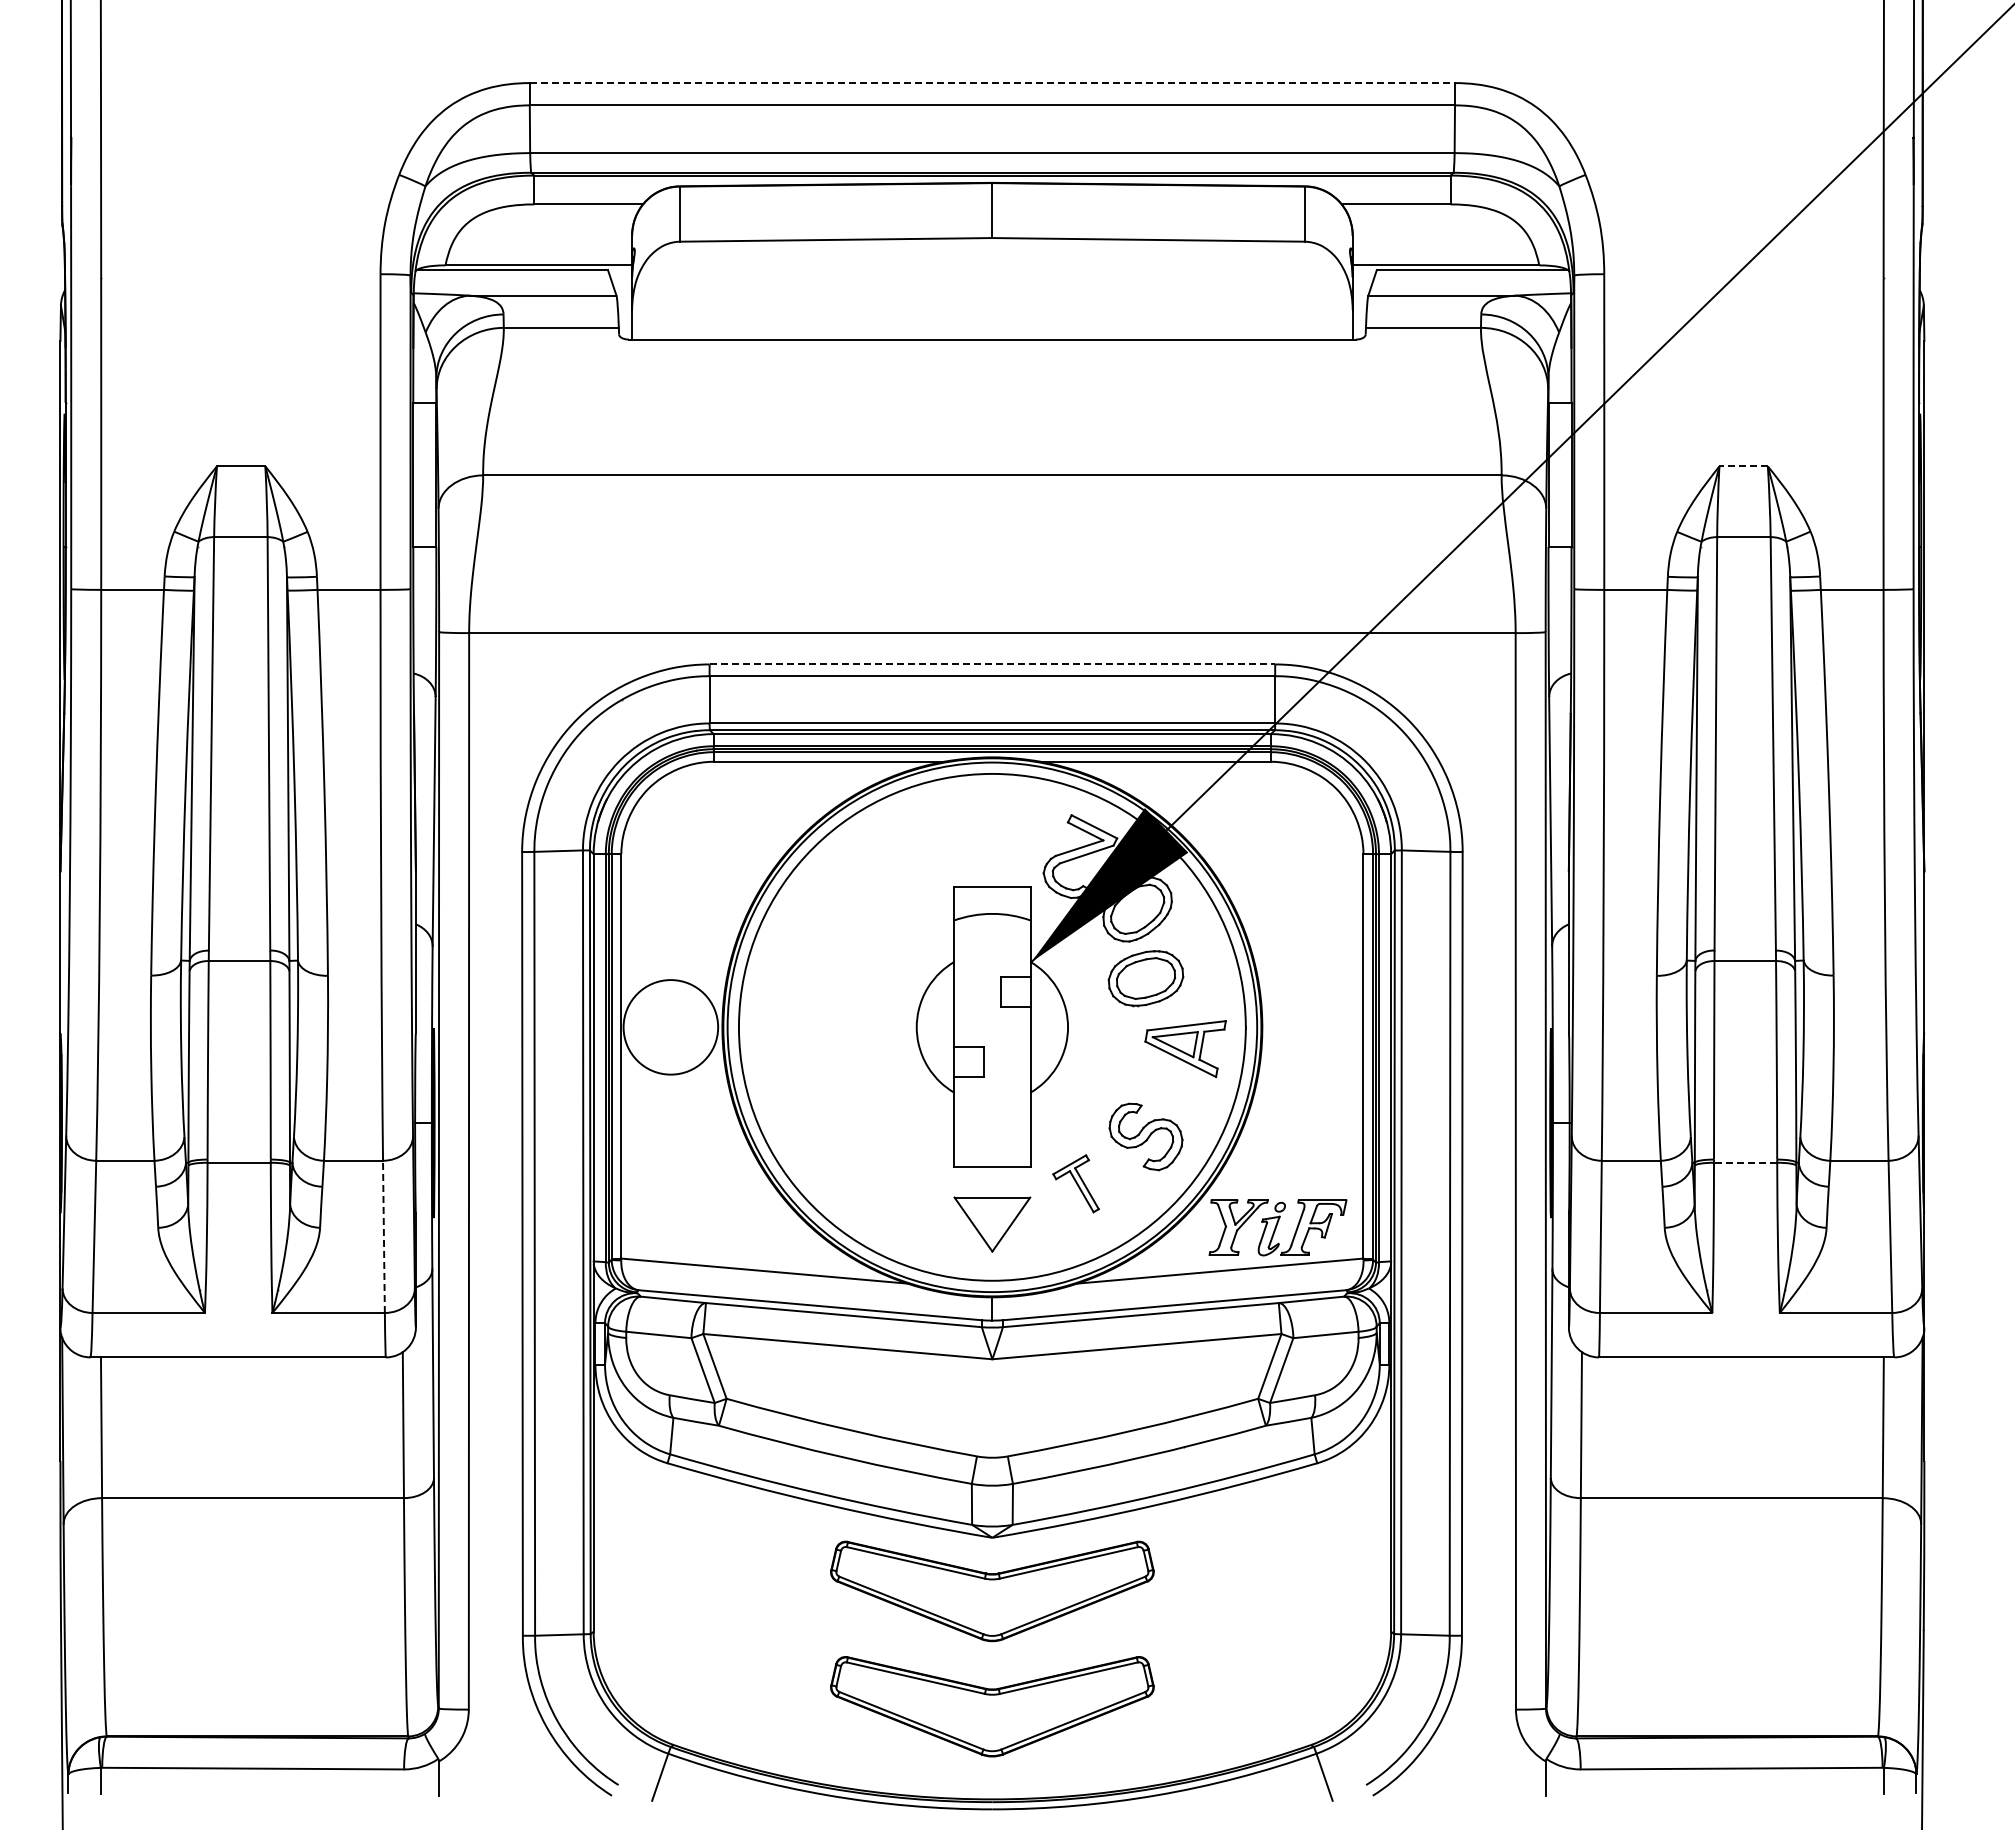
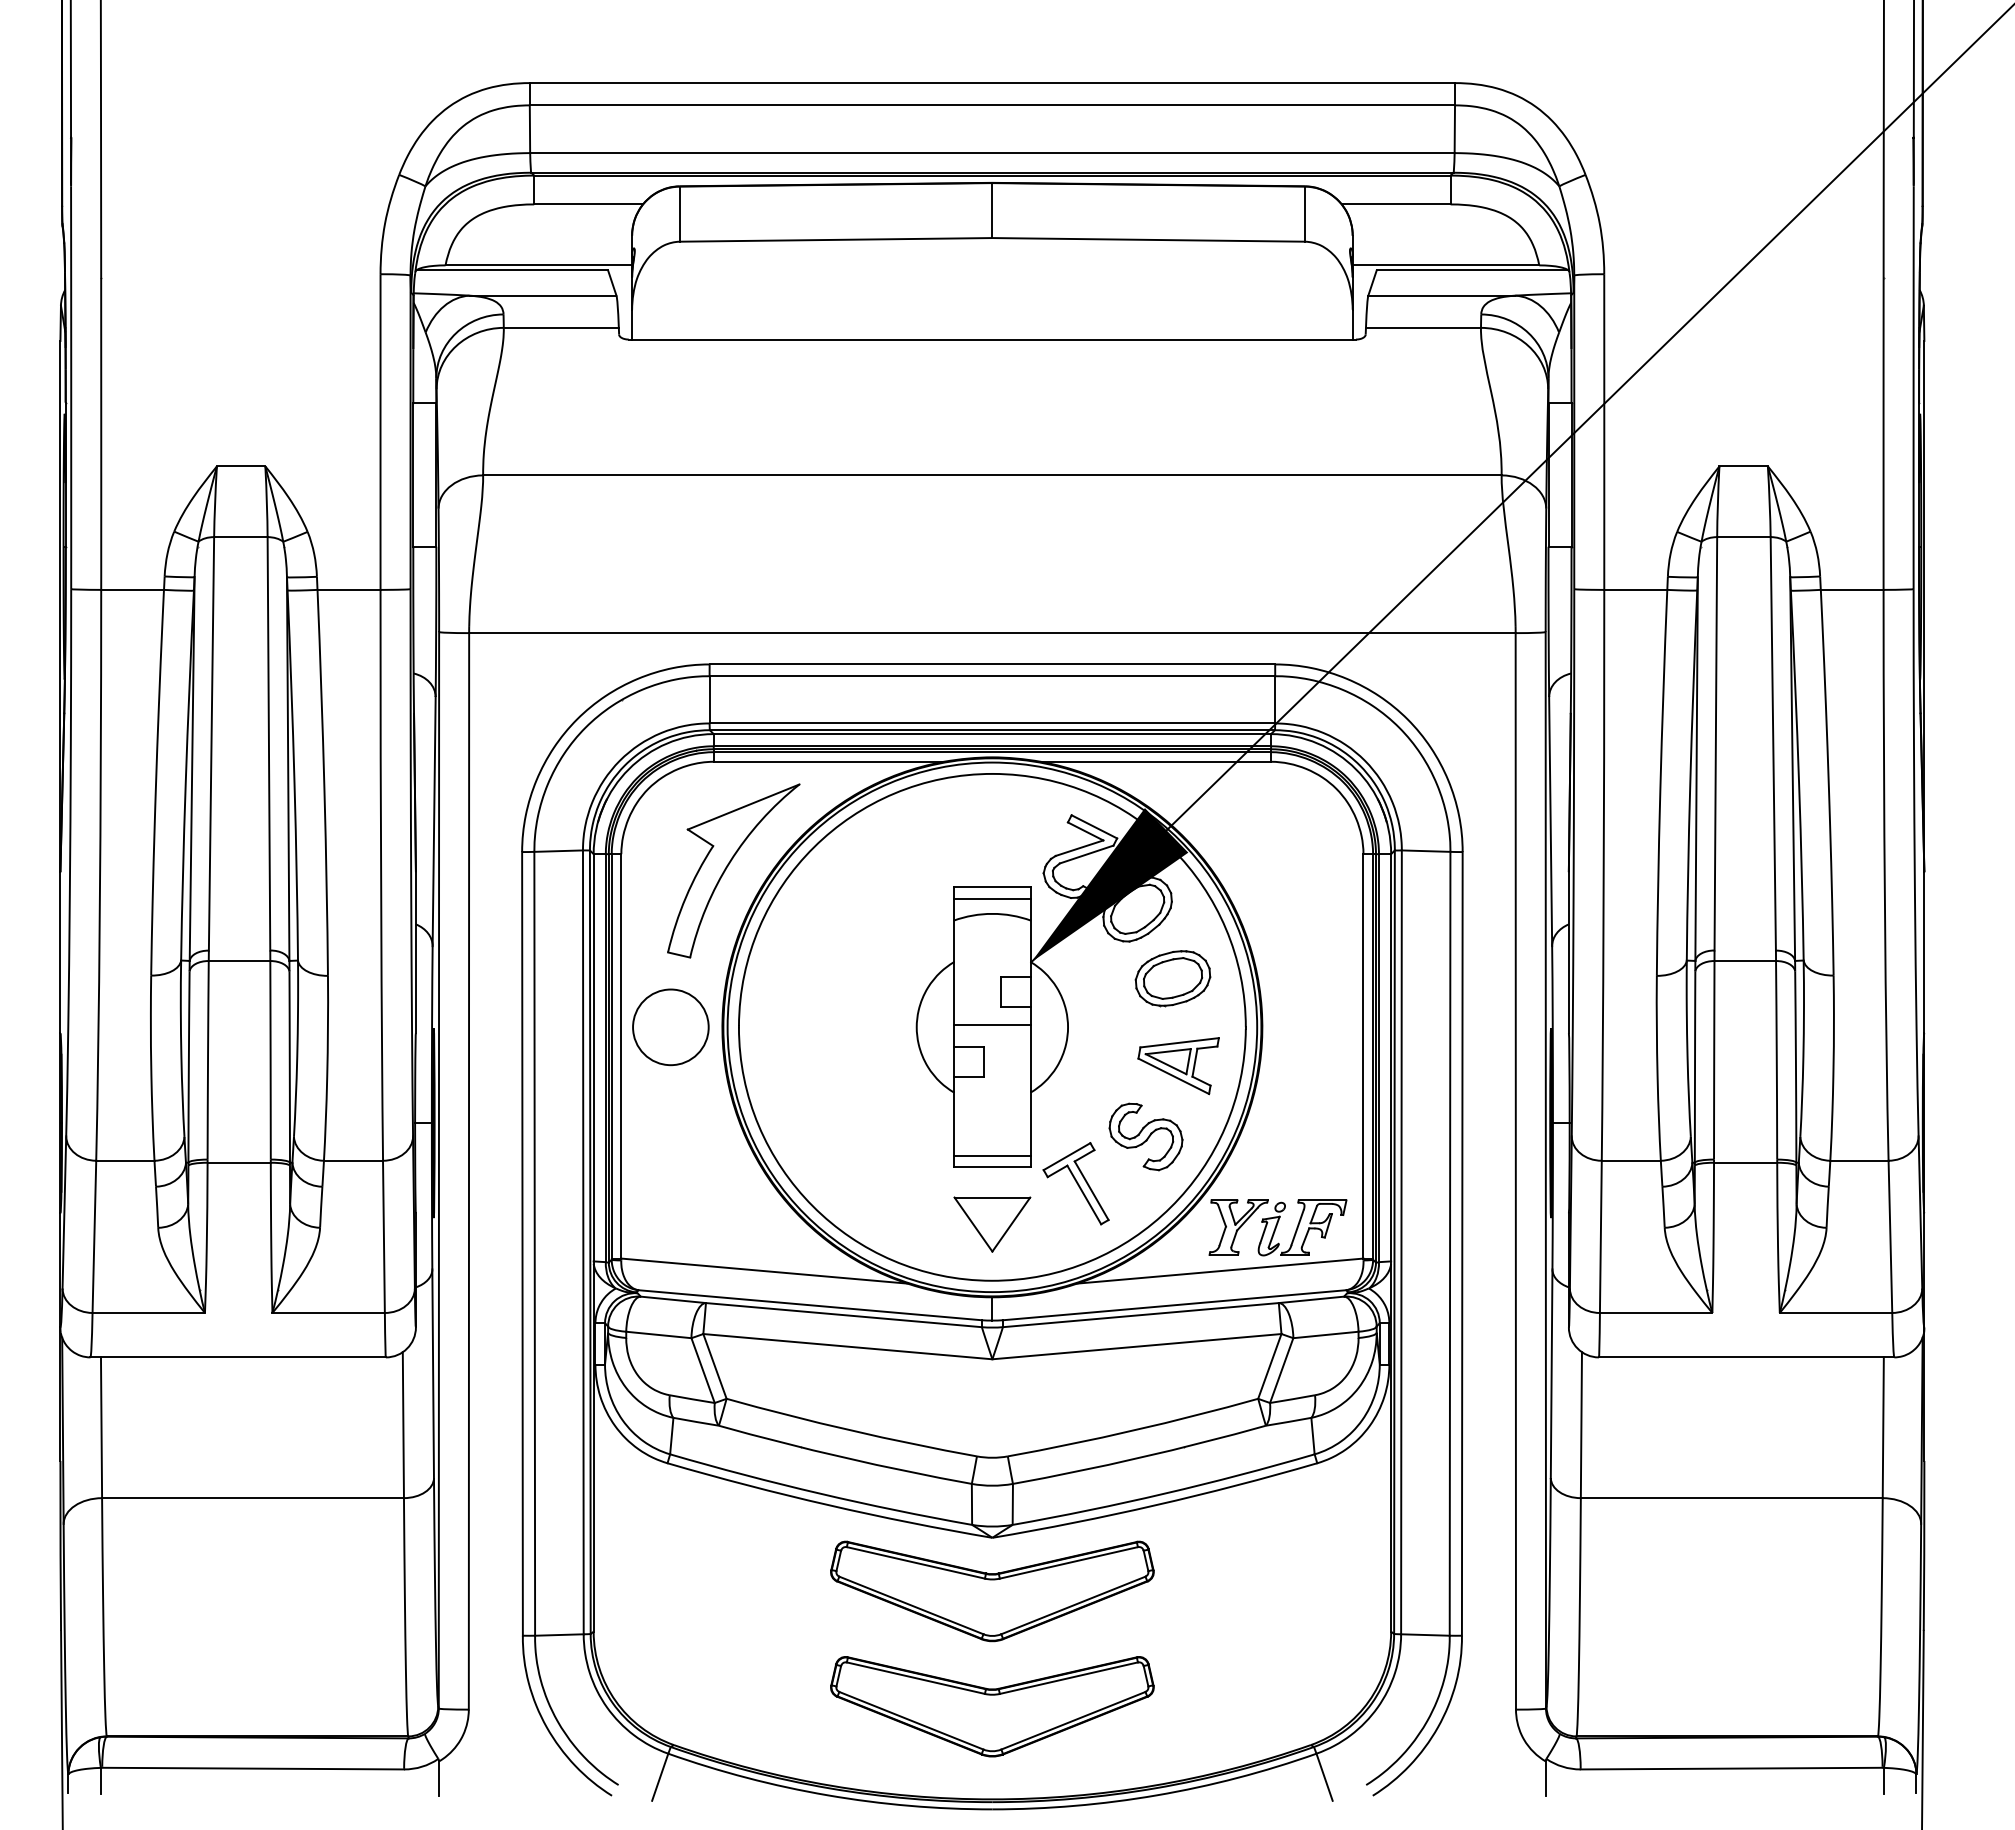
line at (992, 83): dashed -> solid
line at (1743, 466): dashed -> solid
line at (992, 664): dashed -> solid
part at (727, 868): none -> present
line at (992, 898): none -> present
part at (1145, 978) position: (1145, 978) -> (1172, 978)
line at (992, 1024): none -> present
circle at (670, 1027) diameter: 95 px -> 76 px
part at (1185, 1049) position: (1185, 1049) -> (1178, 1066)
line at (992, 1155): none -> present
line at (1745, 1162): dashed -> solid
part at (1075, 1183) size: 48x60 px -> 68x84 px
line at (383, 1236): dashed -> solid
